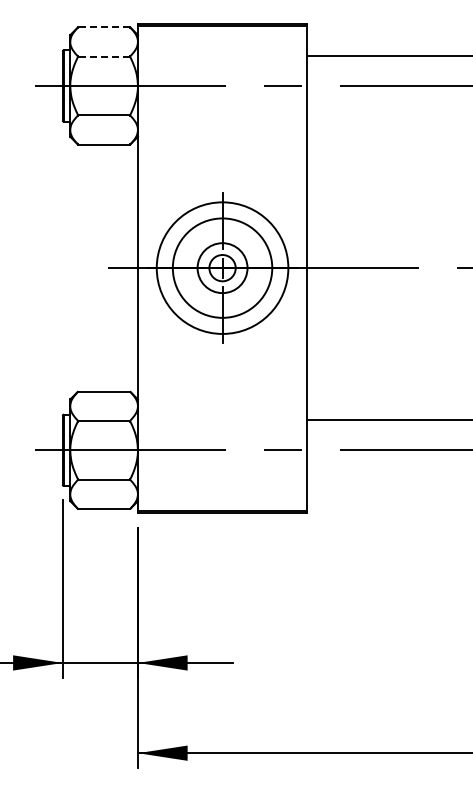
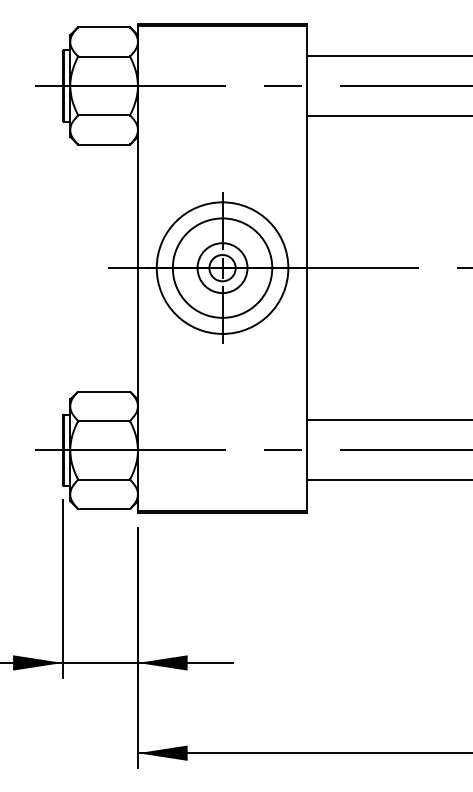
line at (103, 27): dashed -> solid
line at (103, 56): dashed -> solid
line at (388, 116): none -> present
line at (388, 480): none -> present
